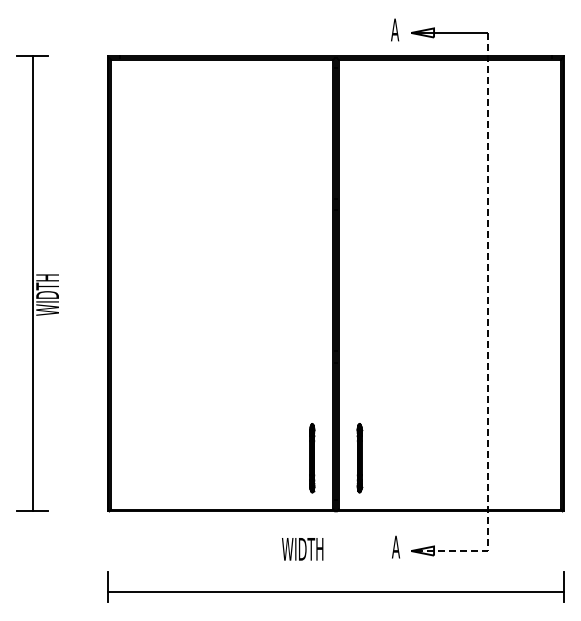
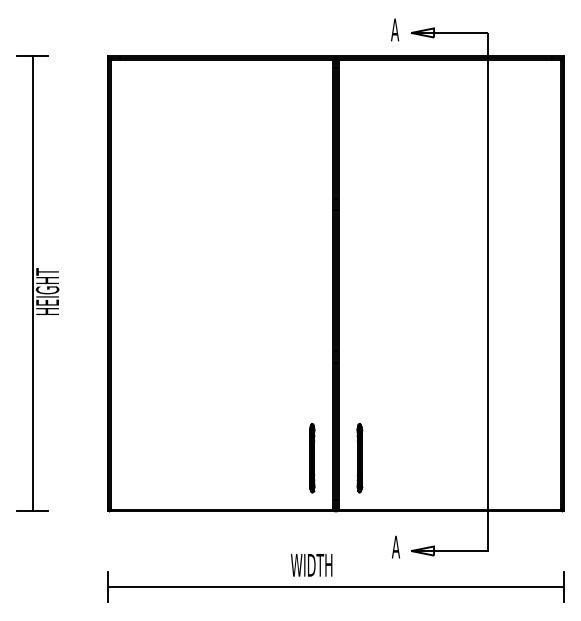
text at (47, 291): WIDTH -> HEIGHT
line at (487, 331): dashed -> solid
text at (302, 549) position: (302, 549) -> (311, 565)
line at (335, 592) position: (335, 592) -> (335, 587)
